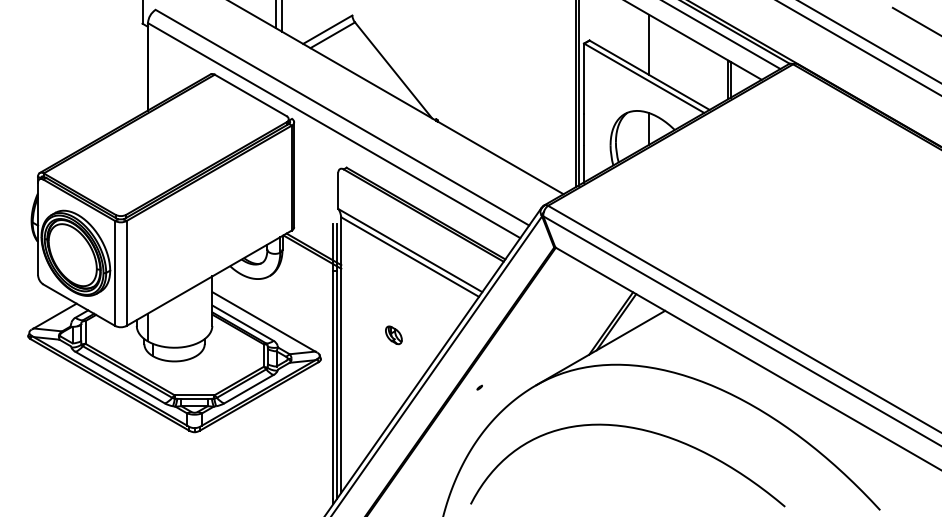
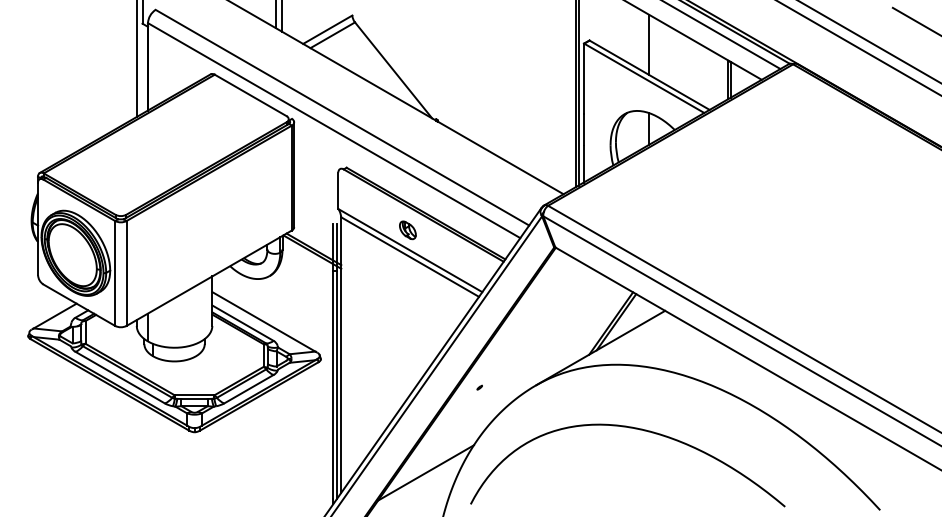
line at (136, 59): none -> present
part at (393, 335) position: (393, 335) -> (407, 230)
line at (425, 472): none -> present
